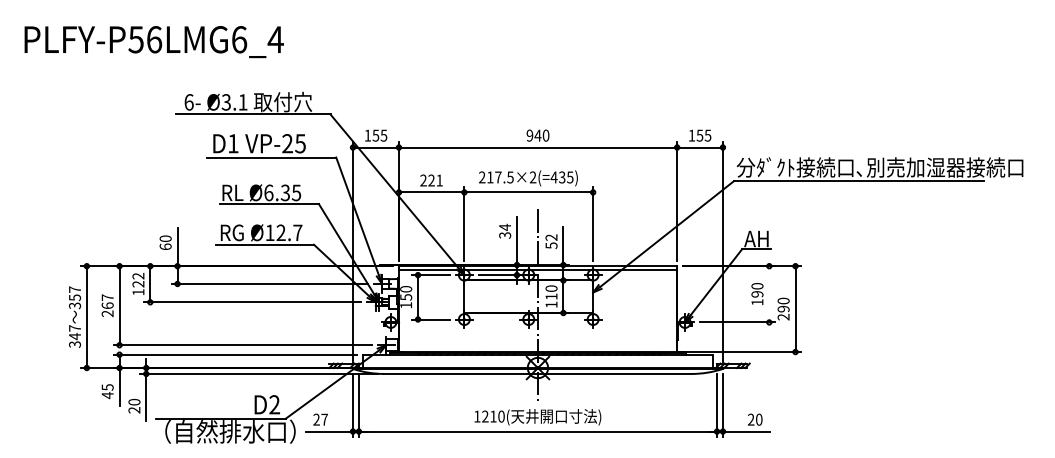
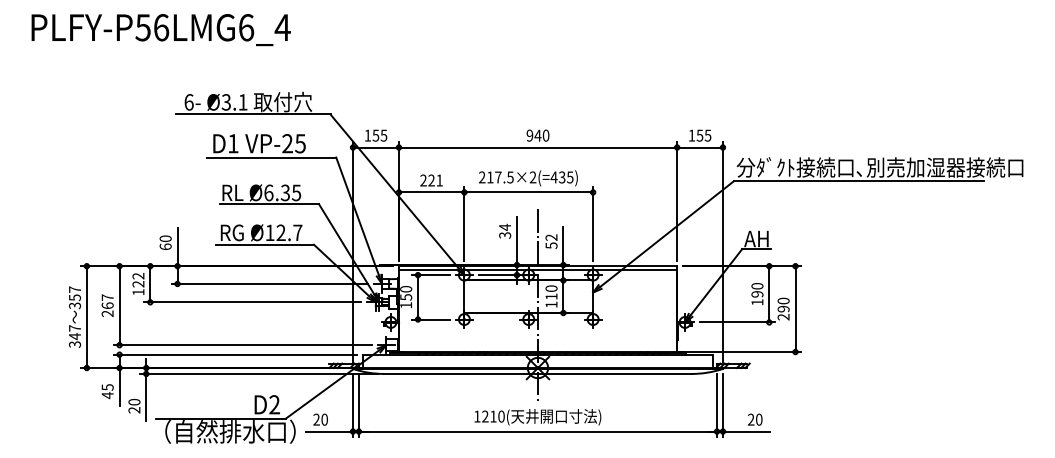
text at (153, 42) position: (153, 42) -> (160, 30)
line at (769, 294): none -> present
text at (324, 419): 27 -> 20
